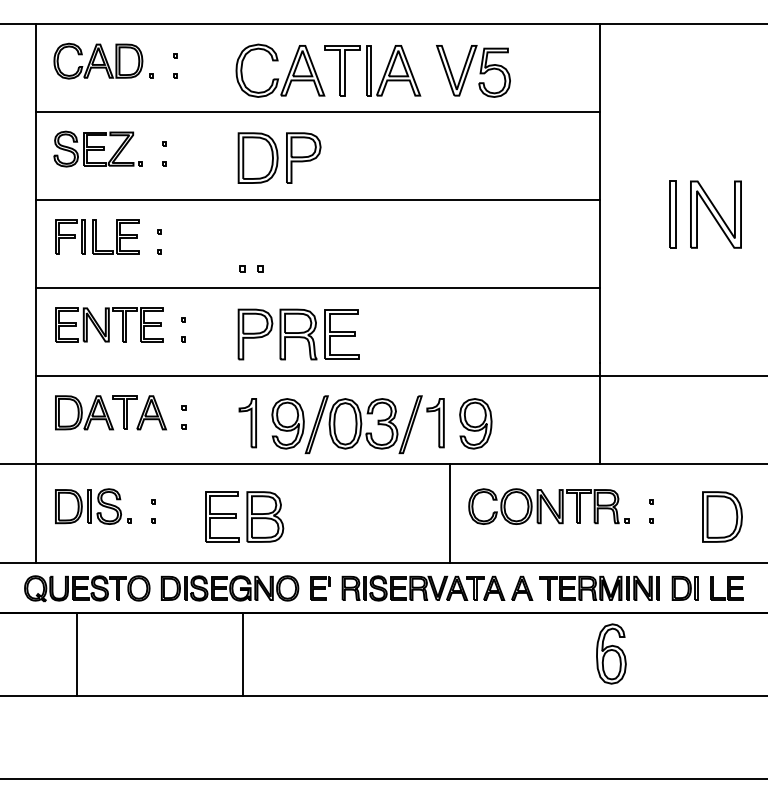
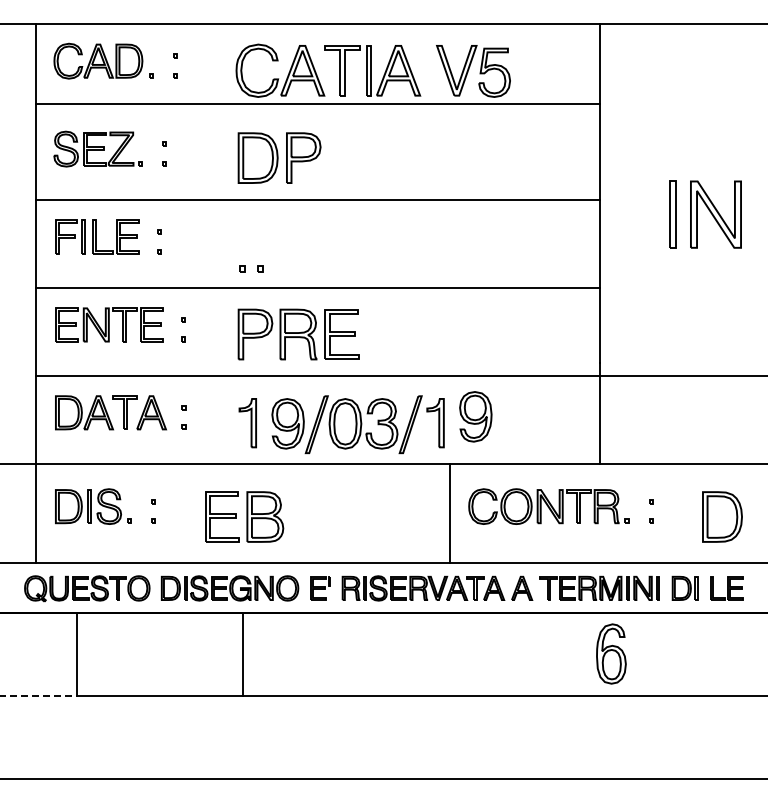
line at (317, 112) position: (317, 112) -> (317, 104)
part at (475, 423) position: (475, 423) -> (475, 416)
line at (39, 695): solid -> dashed
